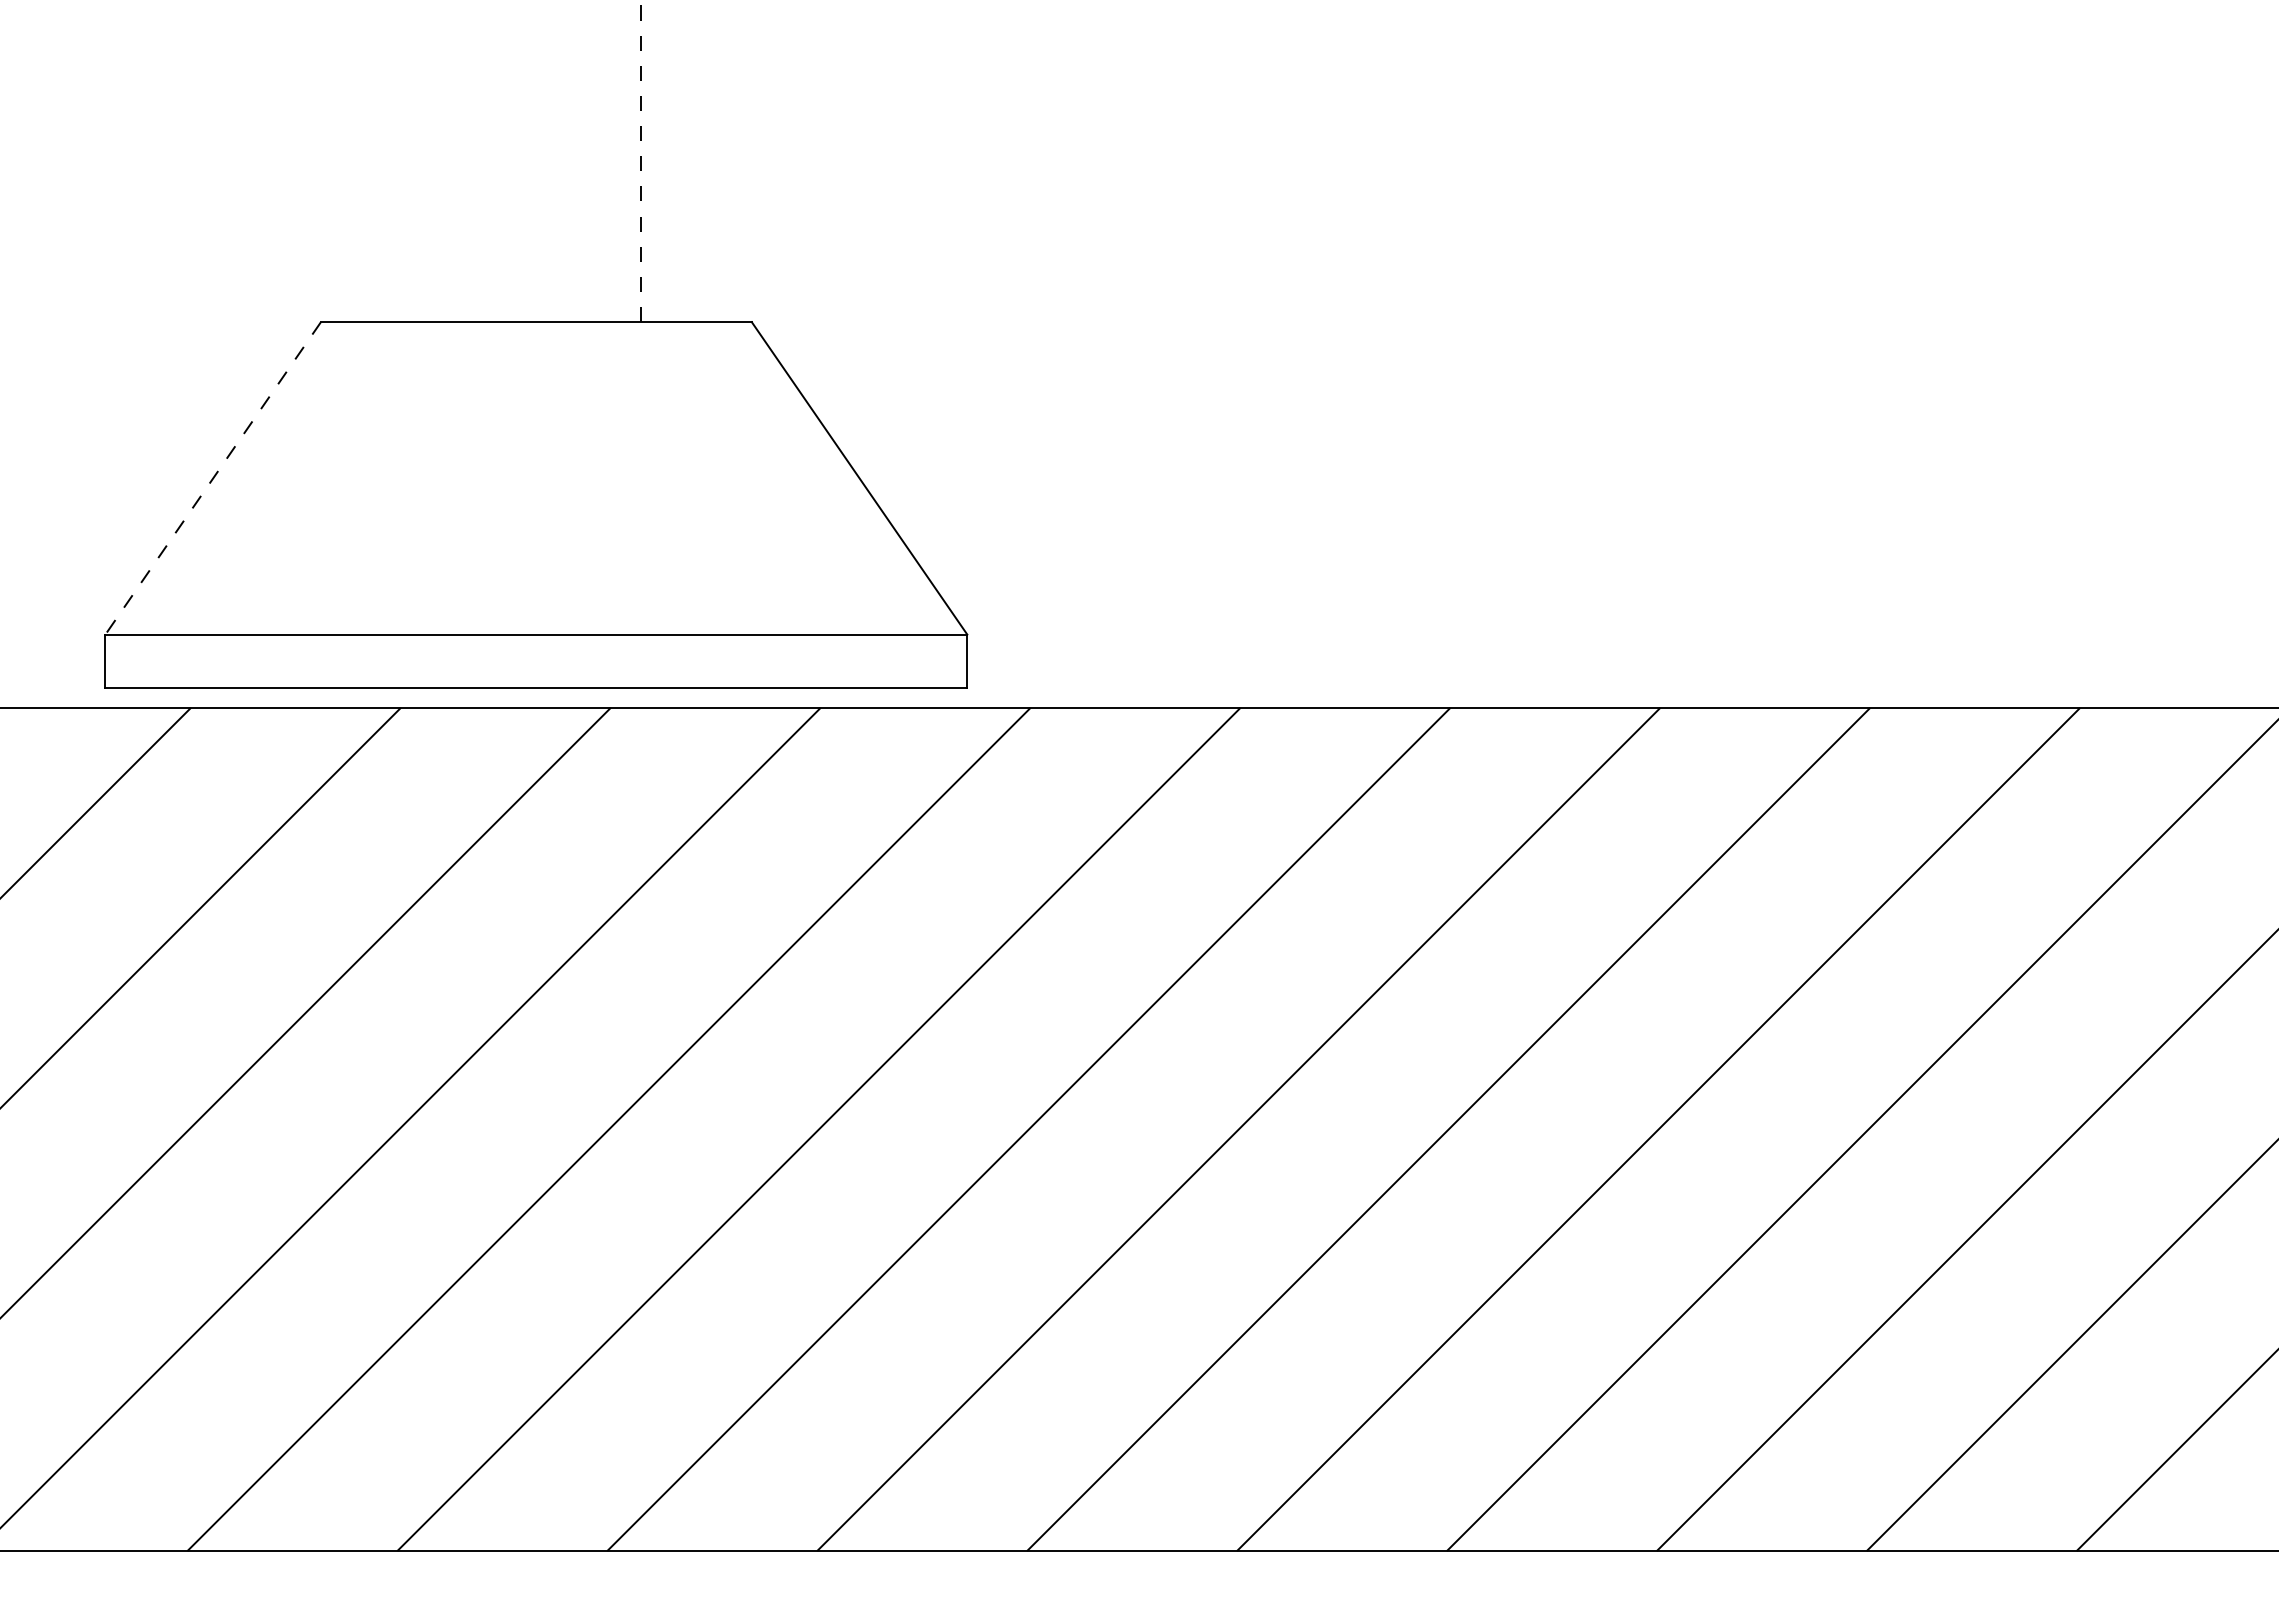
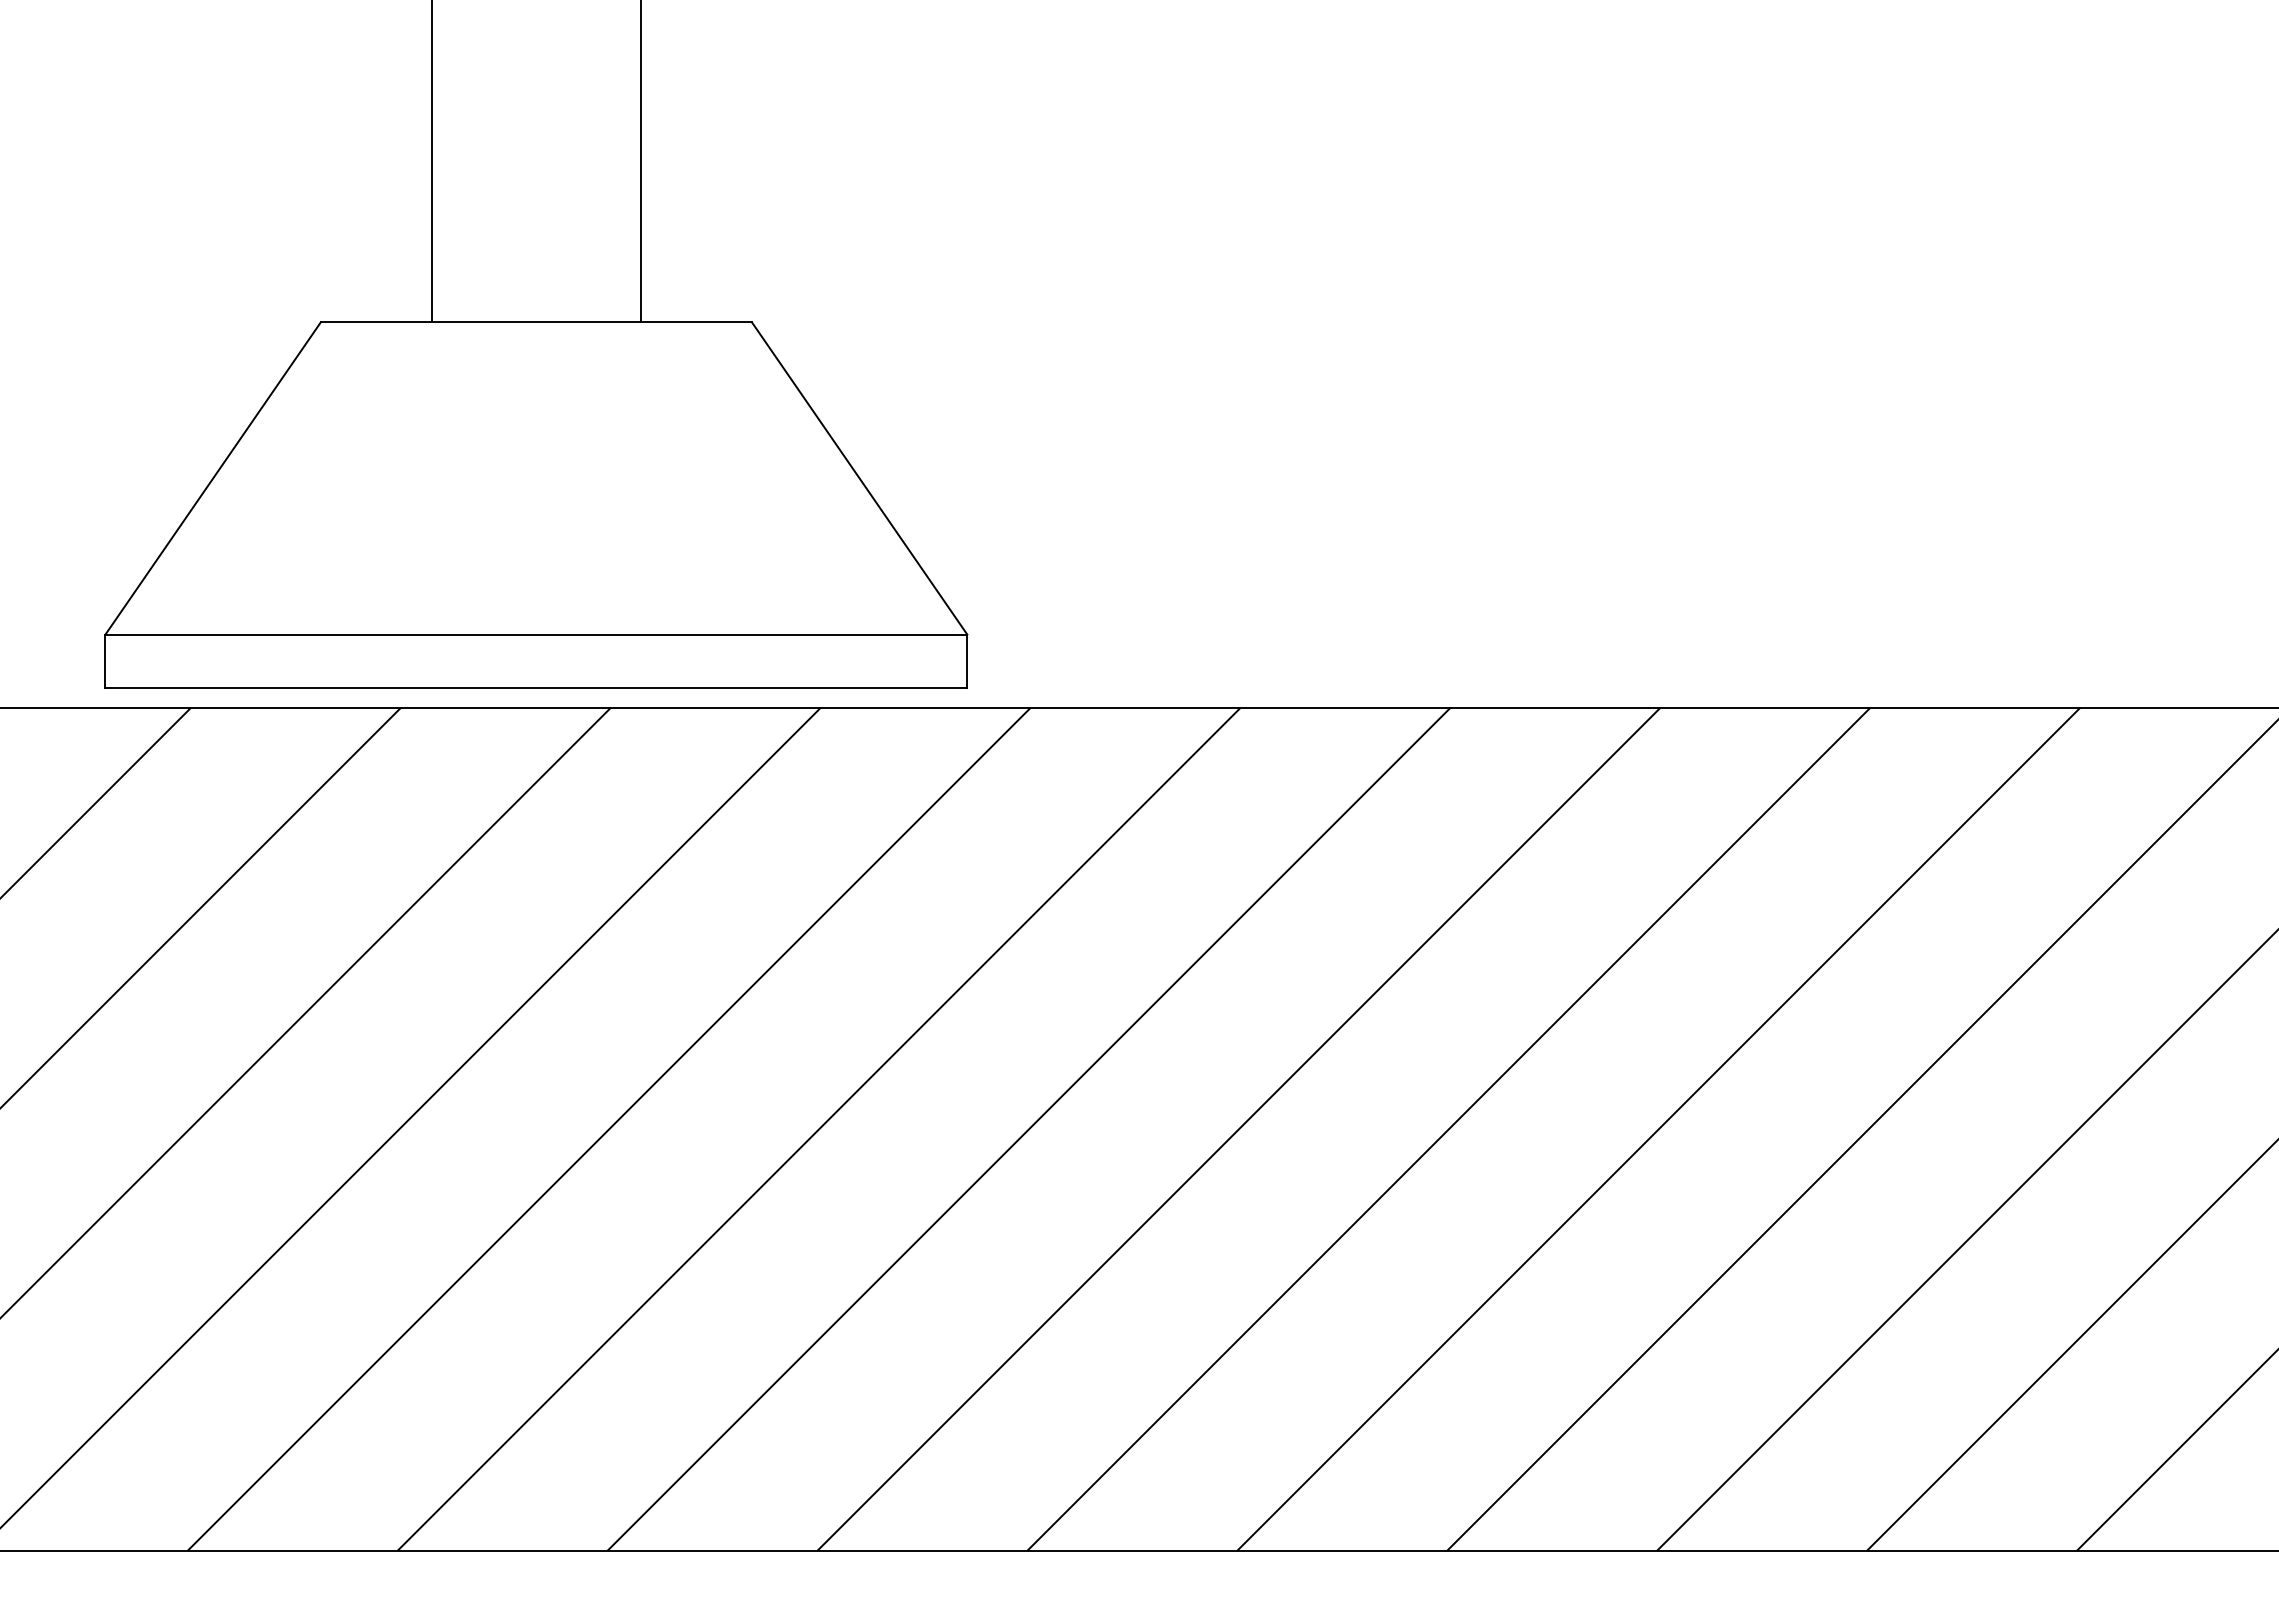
line at (640, 161): dashed -> solid
line at (431, 162): none -> present
line at (213, 478): dashed -> solid
